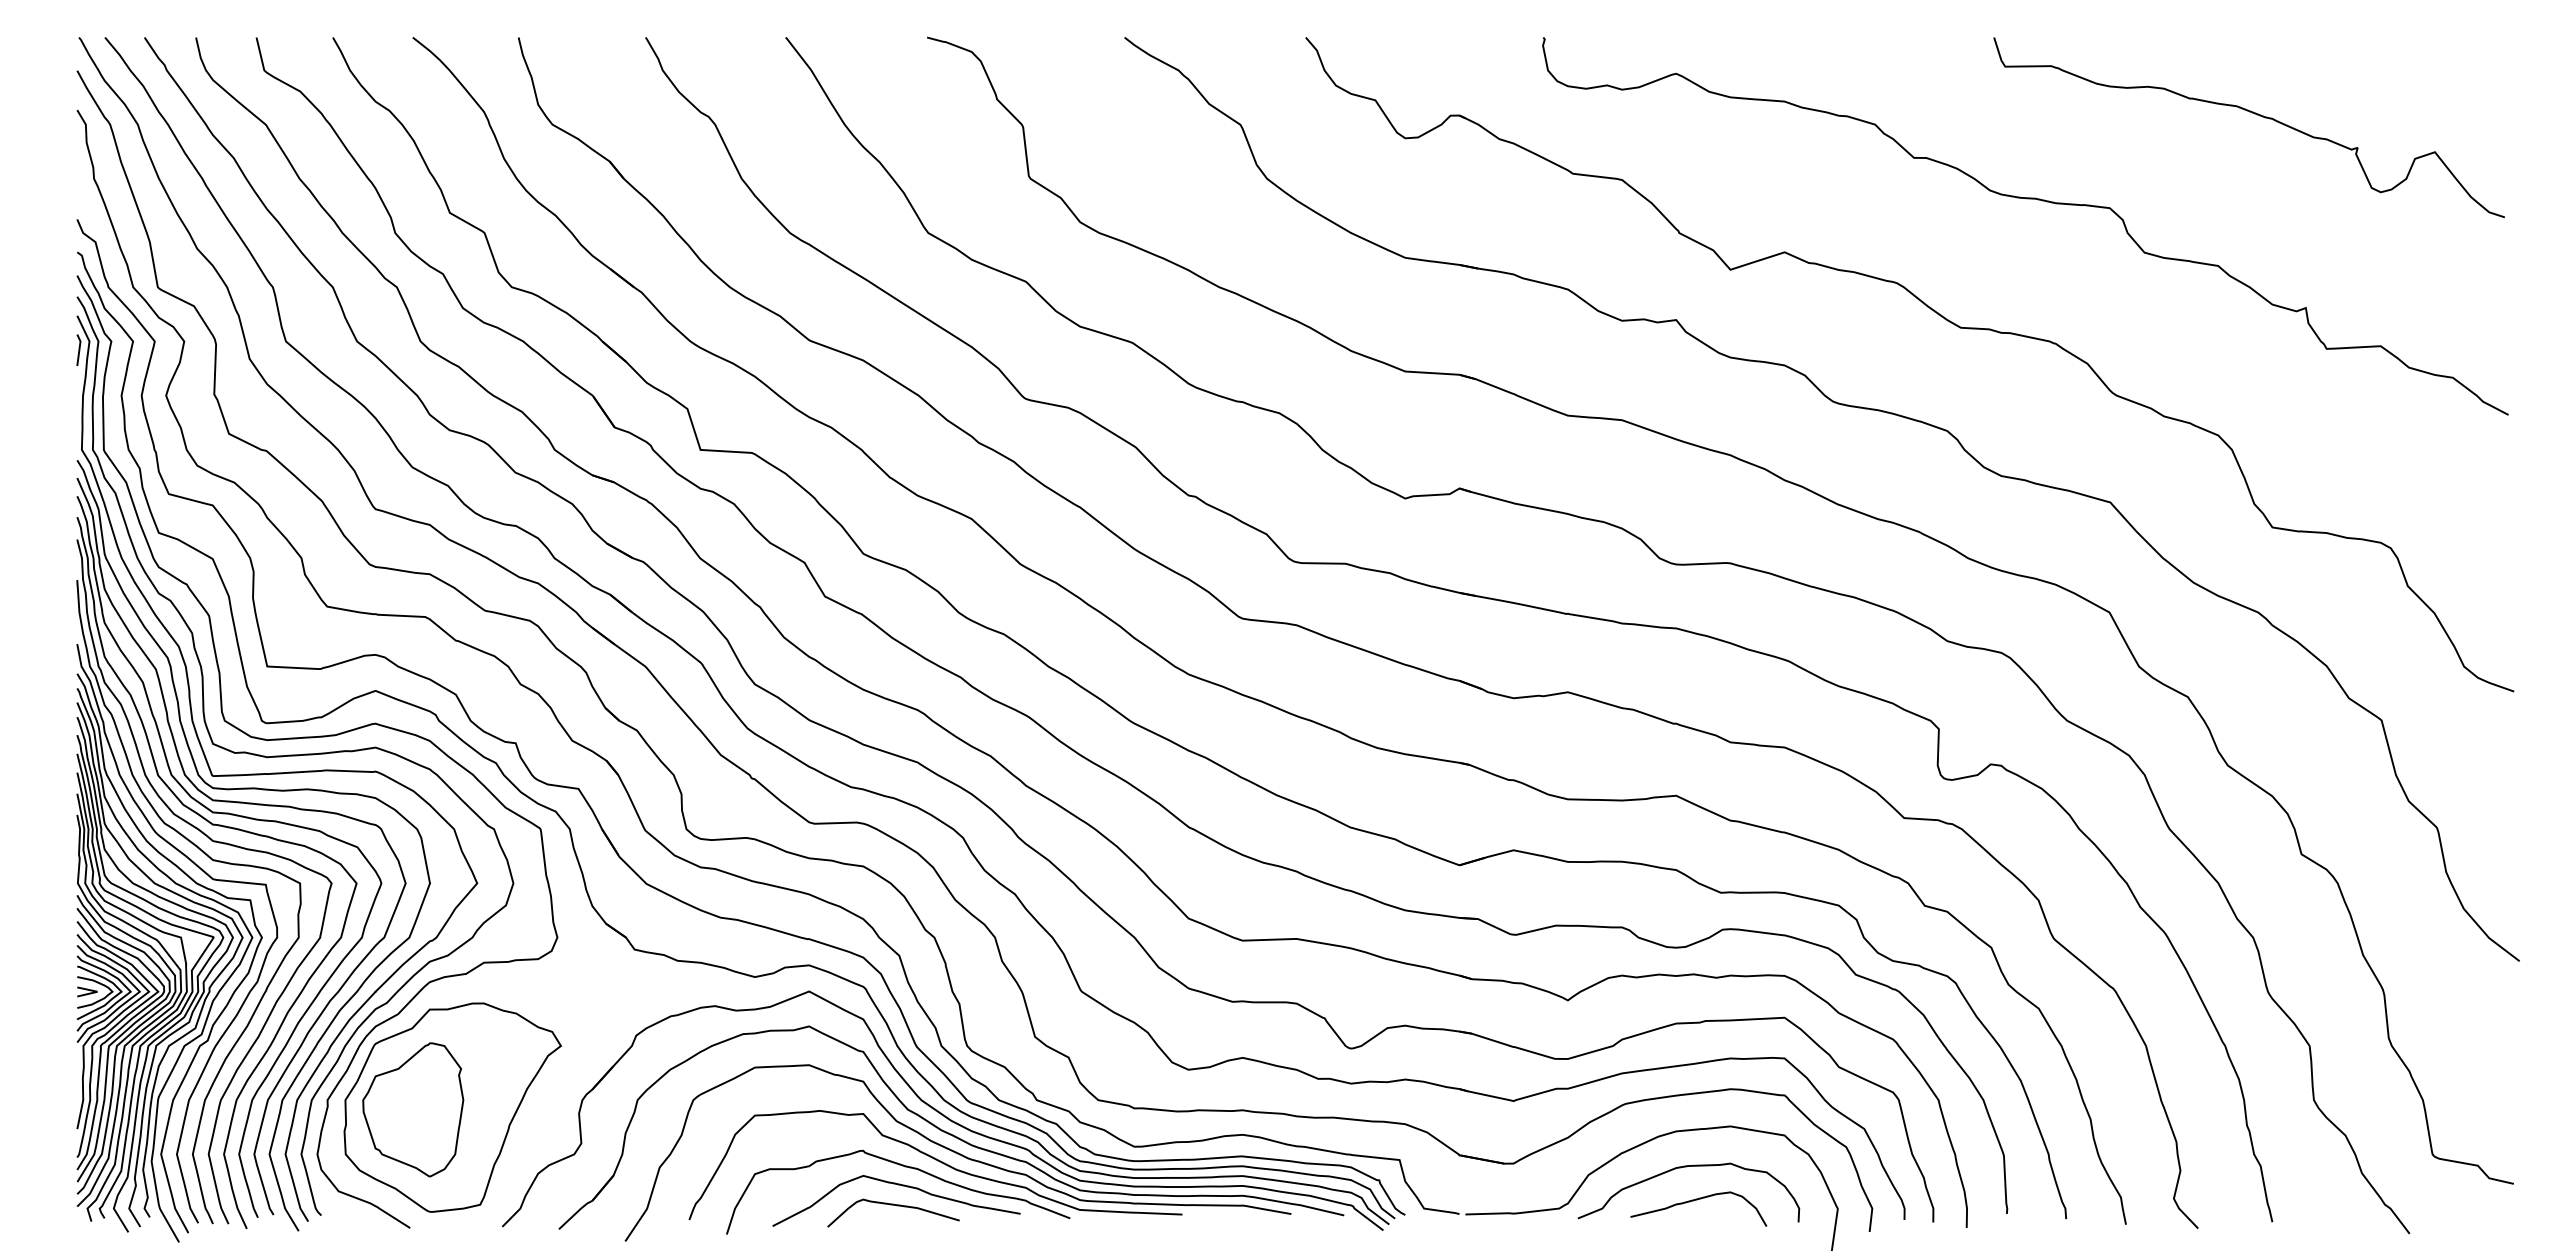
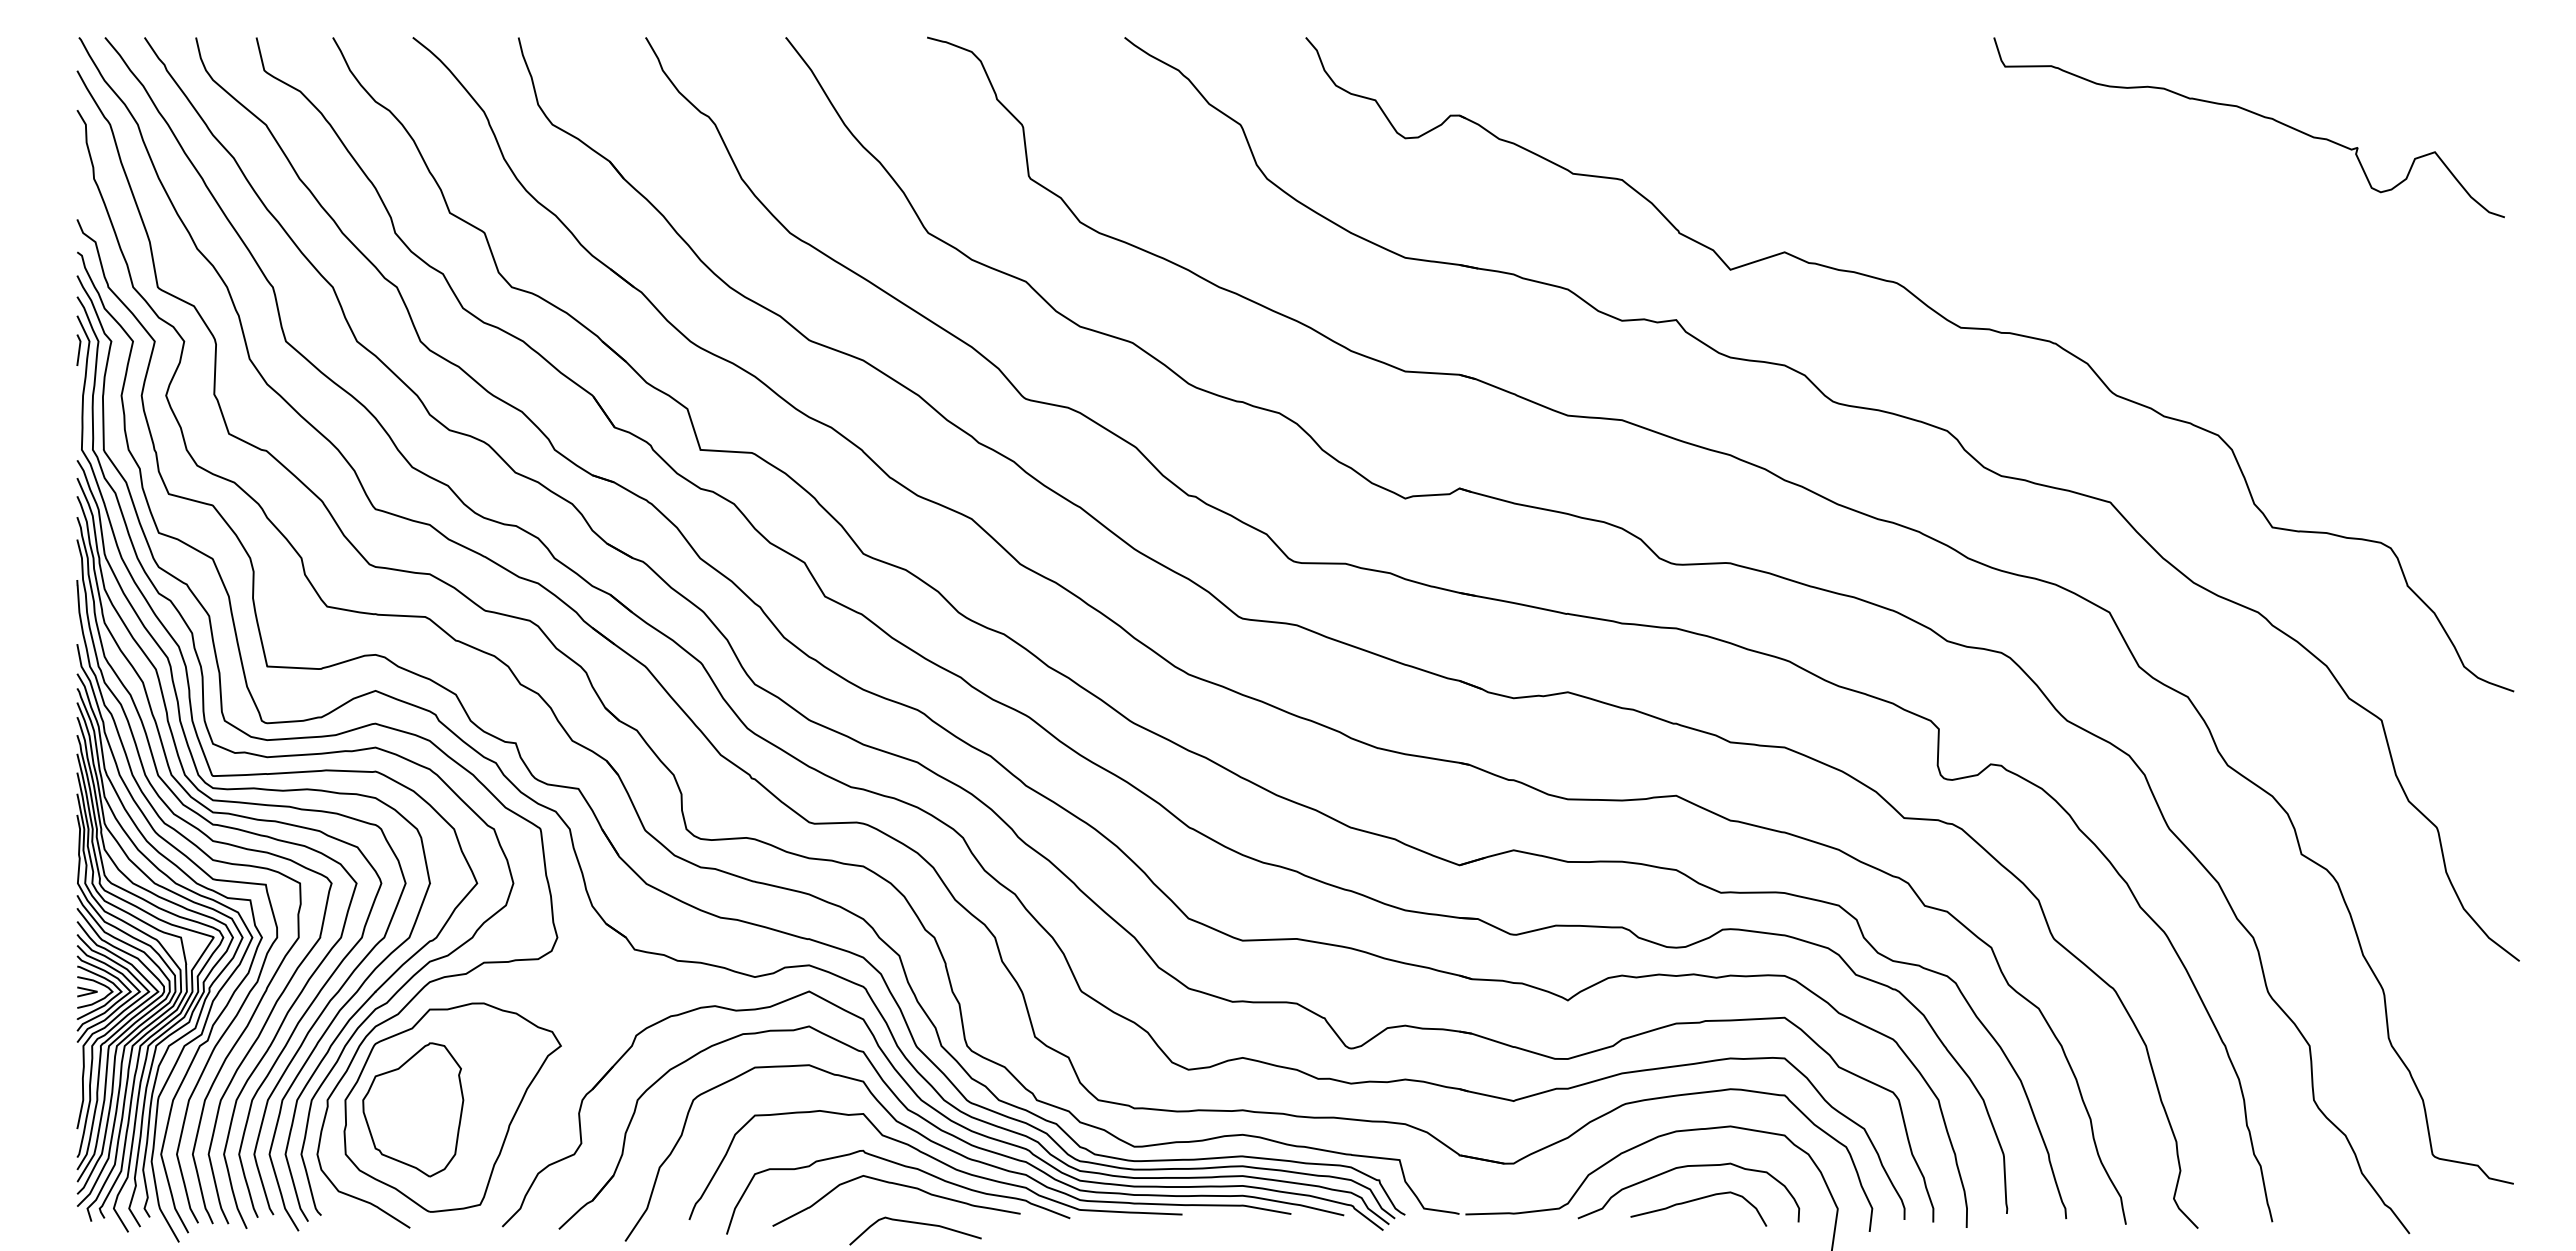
curve at (2026, 199): present -> none
curve at (893, 1205) position: (893, 1205) -> (915, 1223)
